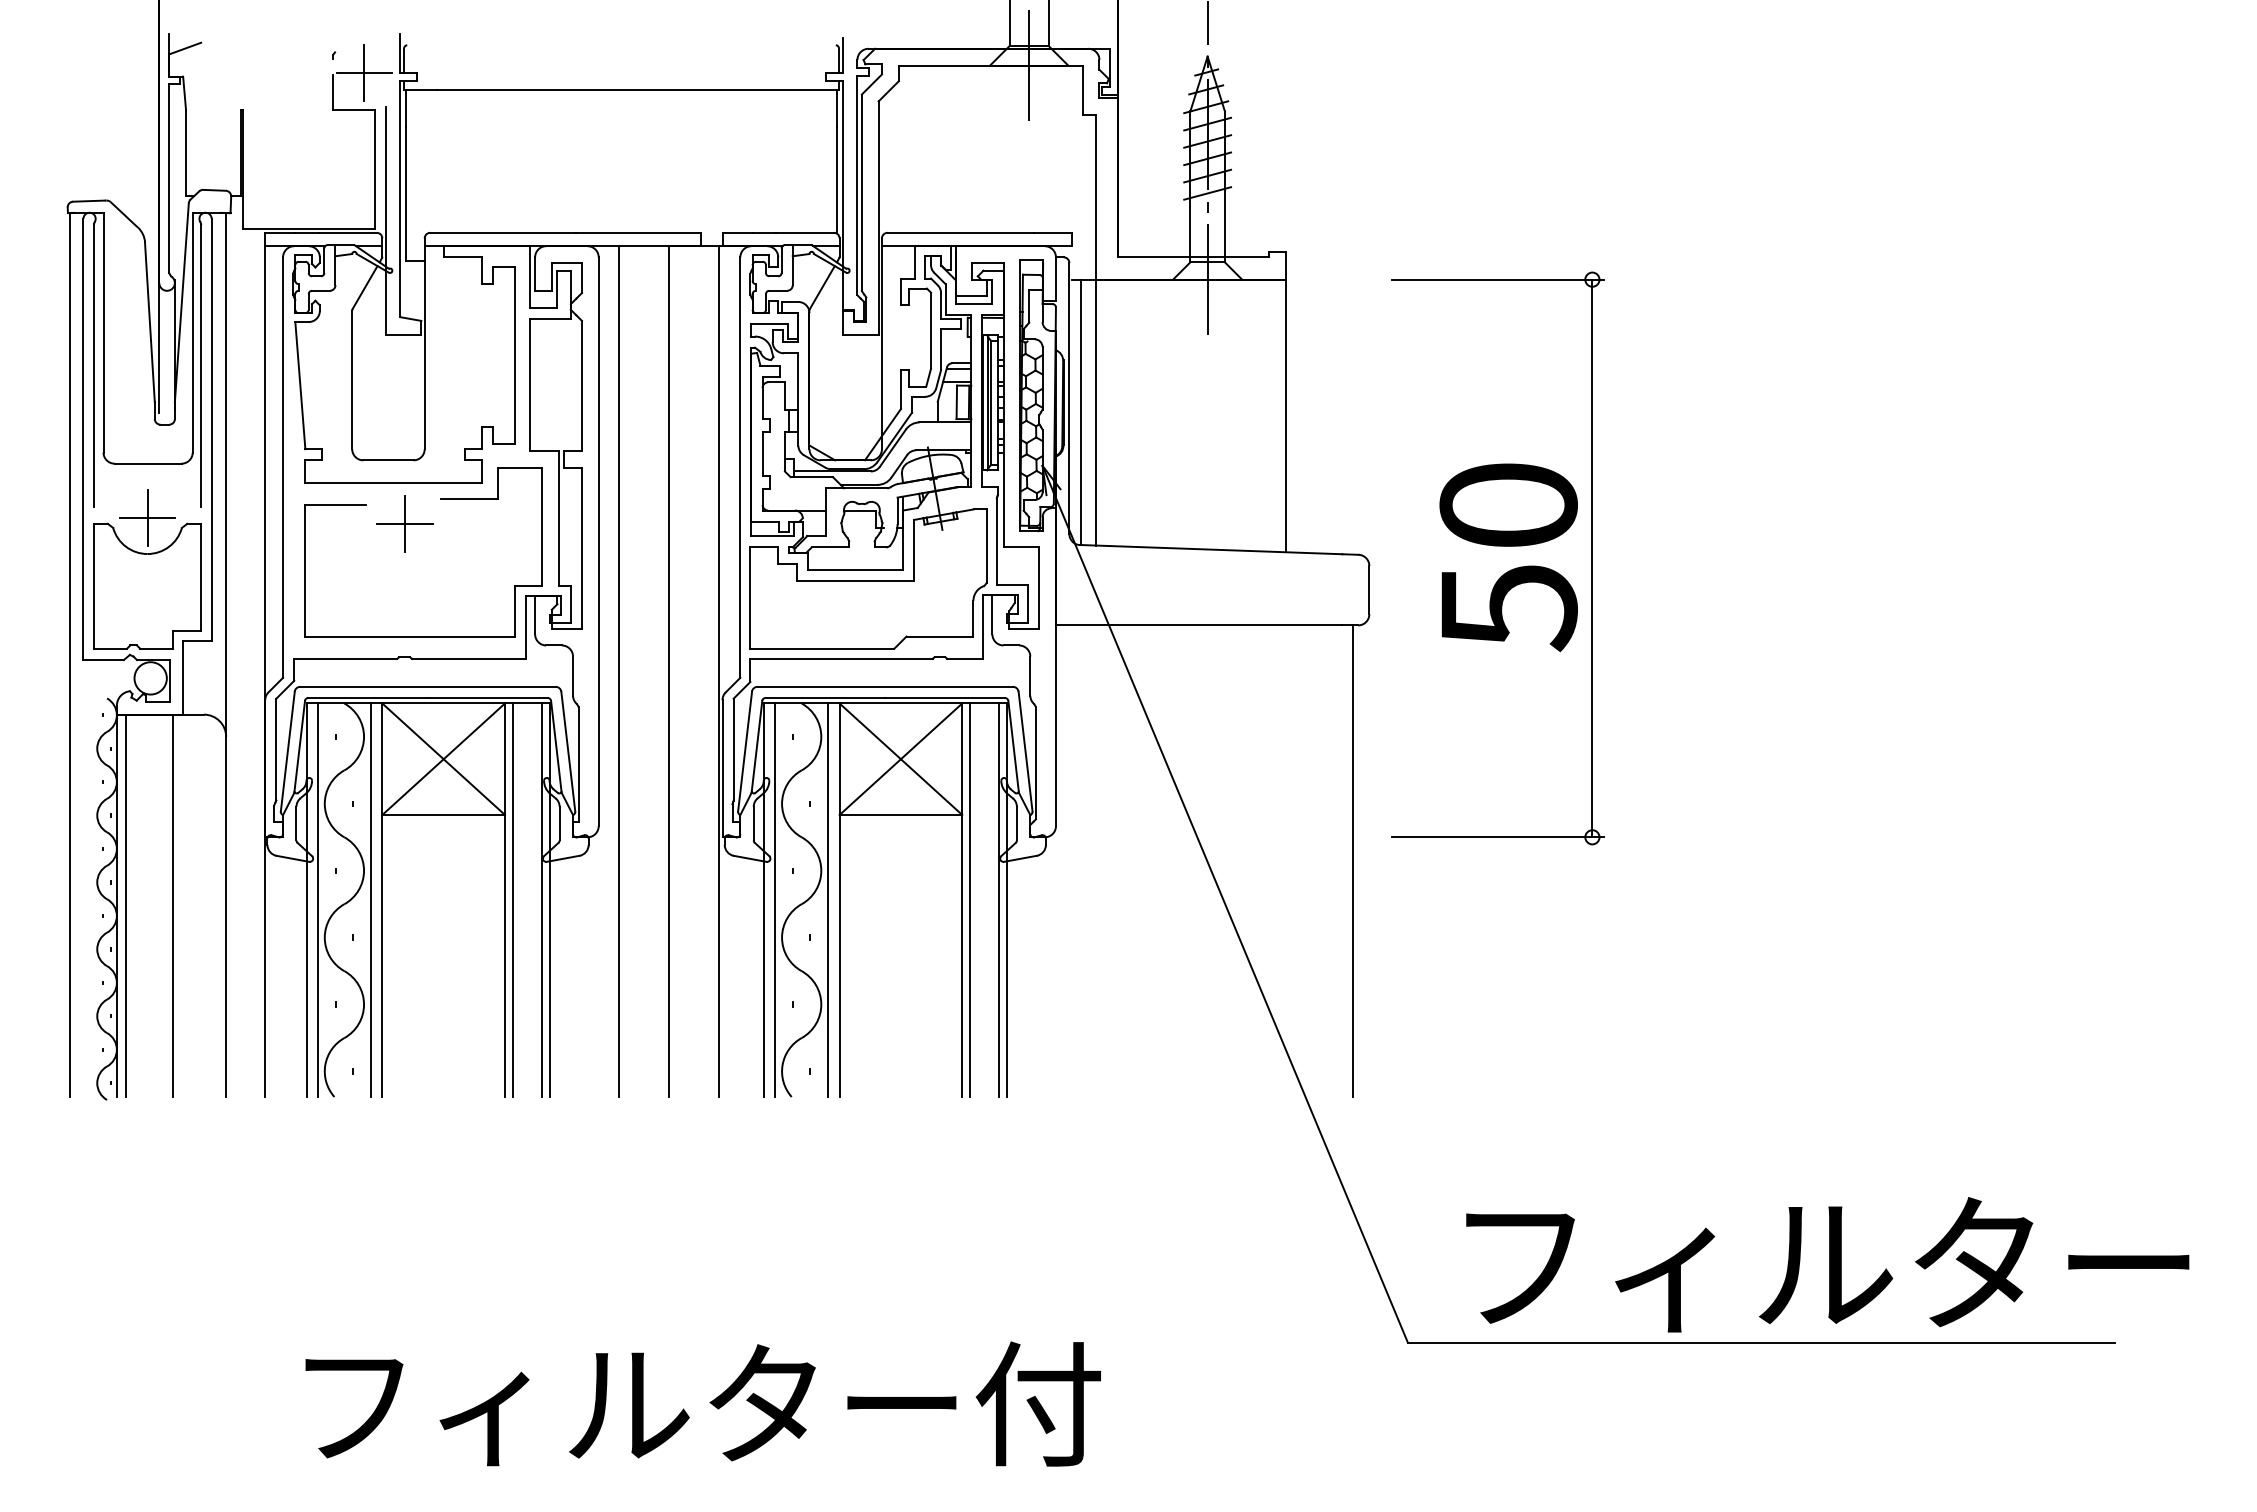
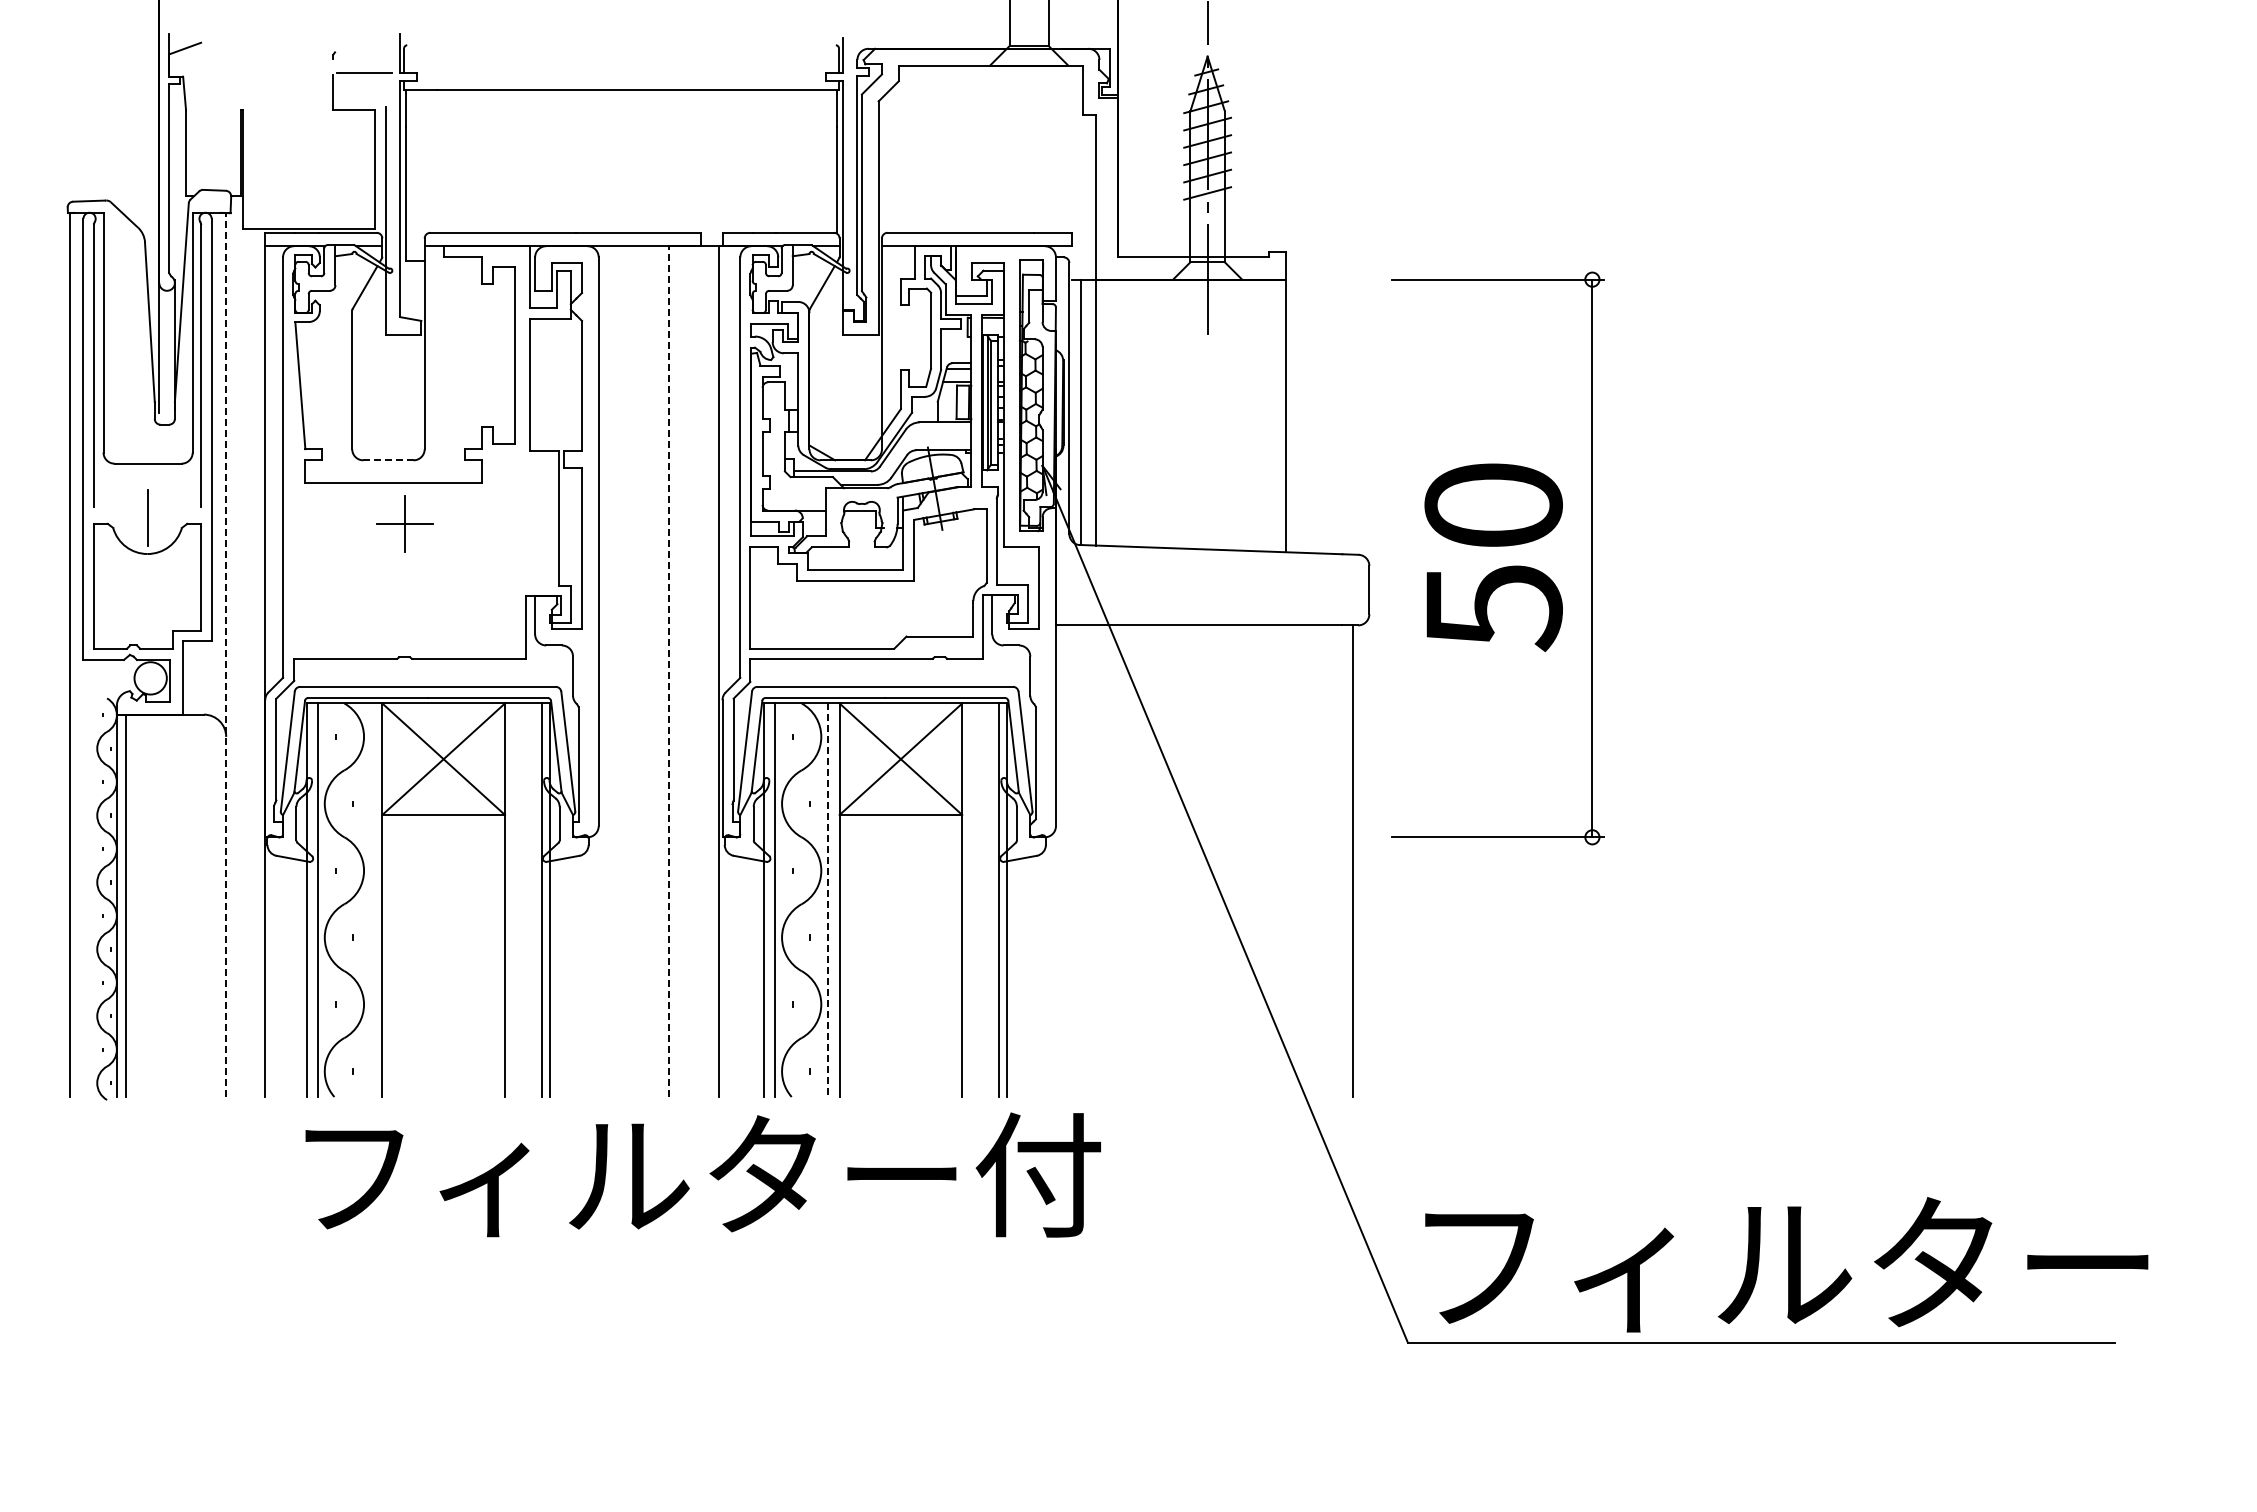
line at (1029, 61): present -> none
line at (364, 73): present -> none
line at (387, 460): solid -> dashed
part at (440, 499): present -> none
line at (147, 518): present -> none
text at (1508, 557) position: (1508, 557) -> (1493, 557)
line at (226, 654): solid -> dashed
line at (618, 671): present -> none
line at (668, 671): solid -> dashed
line at (371, 899): present -> none
line at (512, 899): present -> none
line at (970, 899): present -> none
line at (828, 900): solid -> dashed
line at (172, 905): present -> none
text at (1827, 1264) position: (1827, 1264) -> (1786, 1264)
text at (702, 1403) position: (702, 1403) -> (702, 1174)
